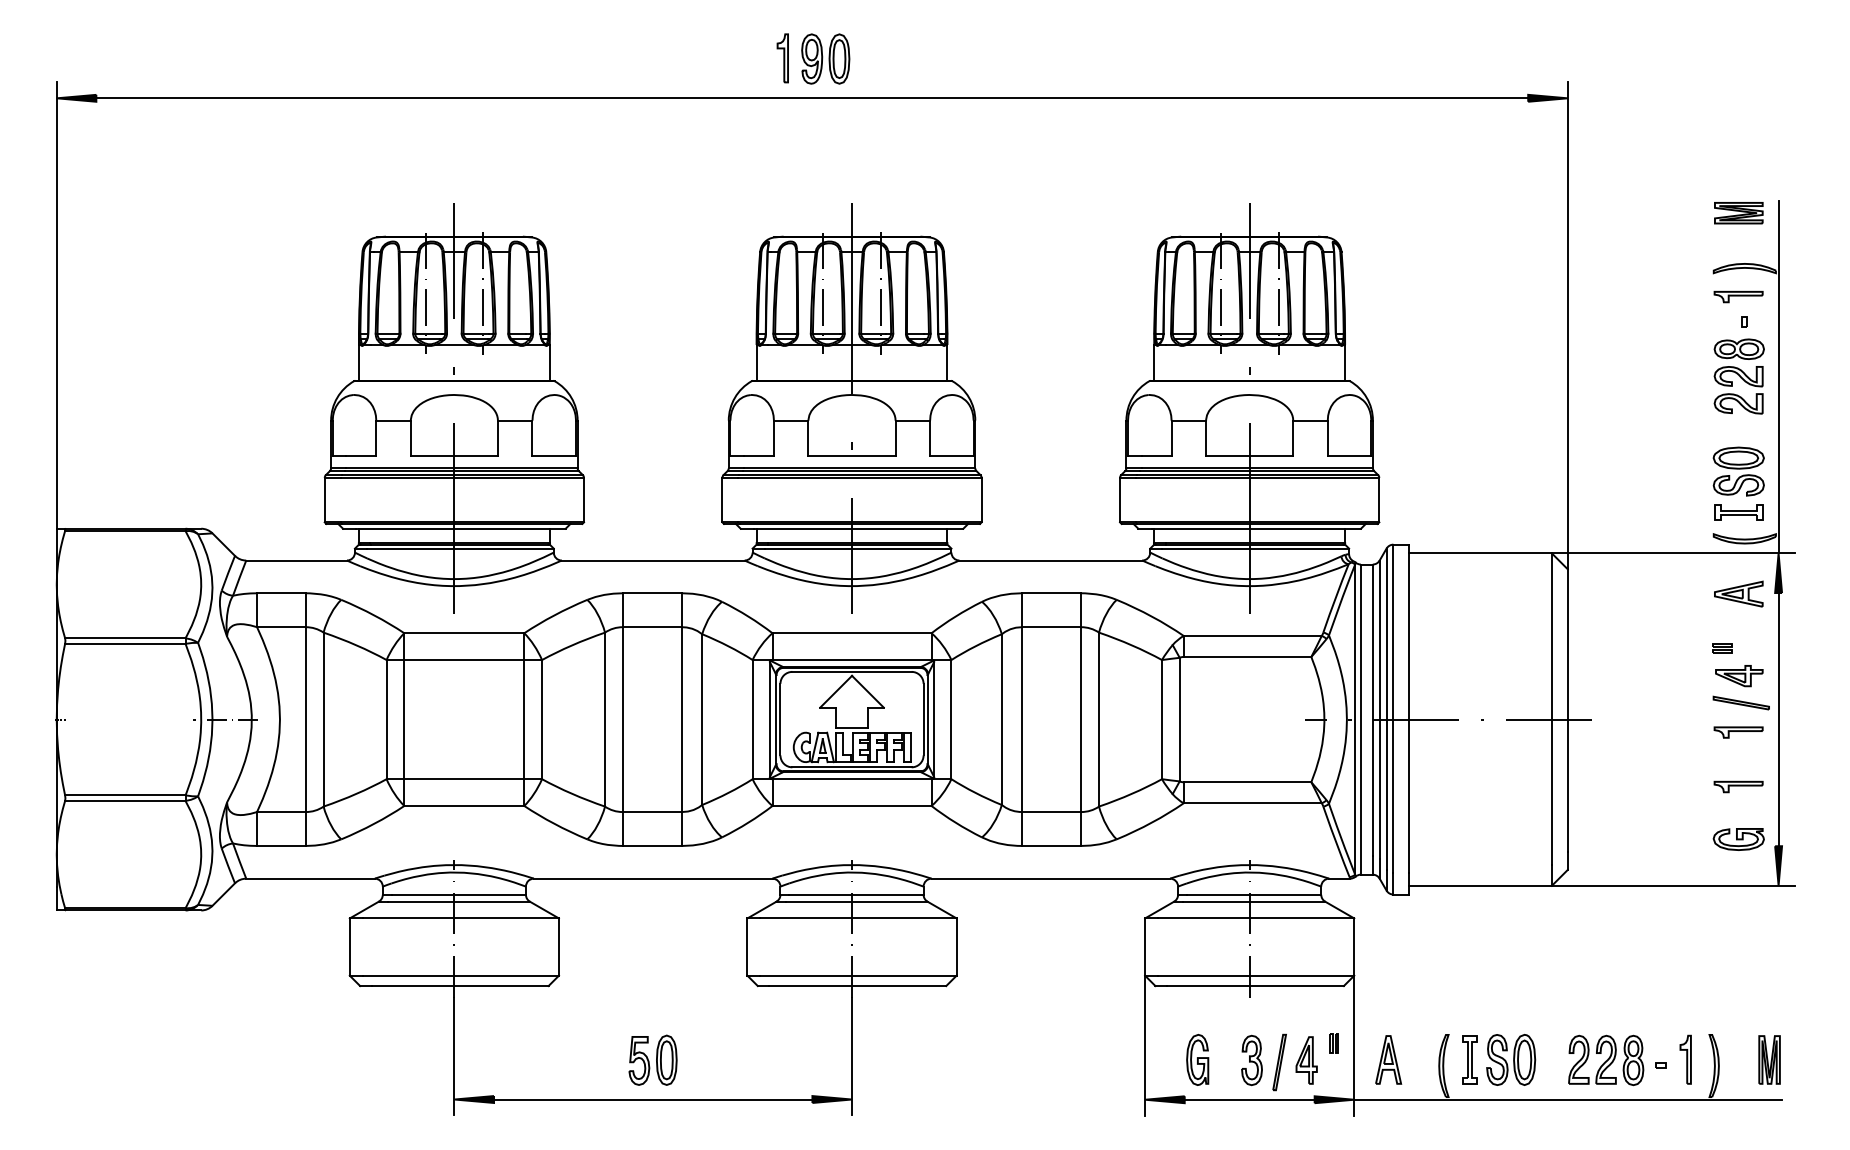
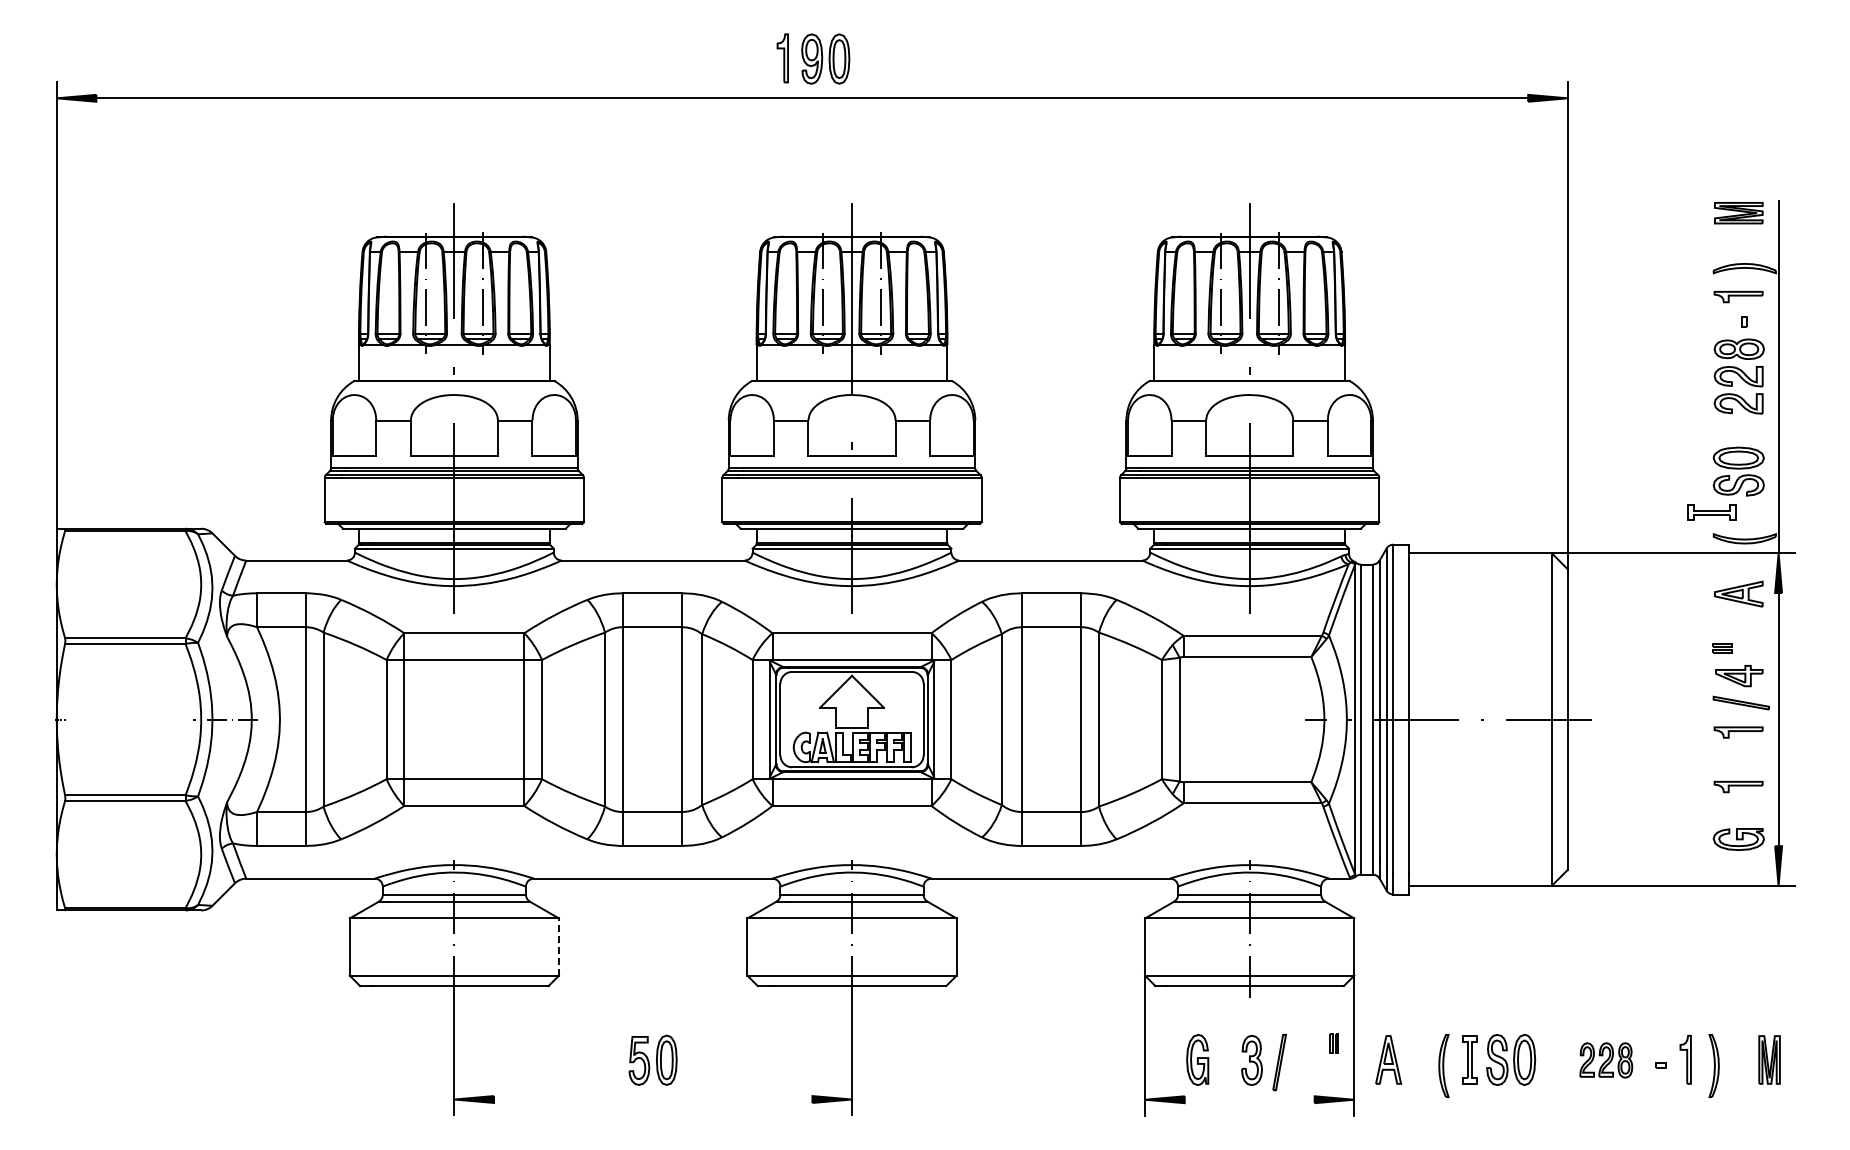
part at (1738, 512) position: (1738, 512) -> (1711, 512)
line at (558, 947): solid -> dashed
part at (1306, 1060): present -> none
part at (1606, 1060) size: 77x53 px -> 55x37 px
line at (653, 1099): present -> none
line at (1249, 1099): present -> none
line at (1568, 1099): present -> none
